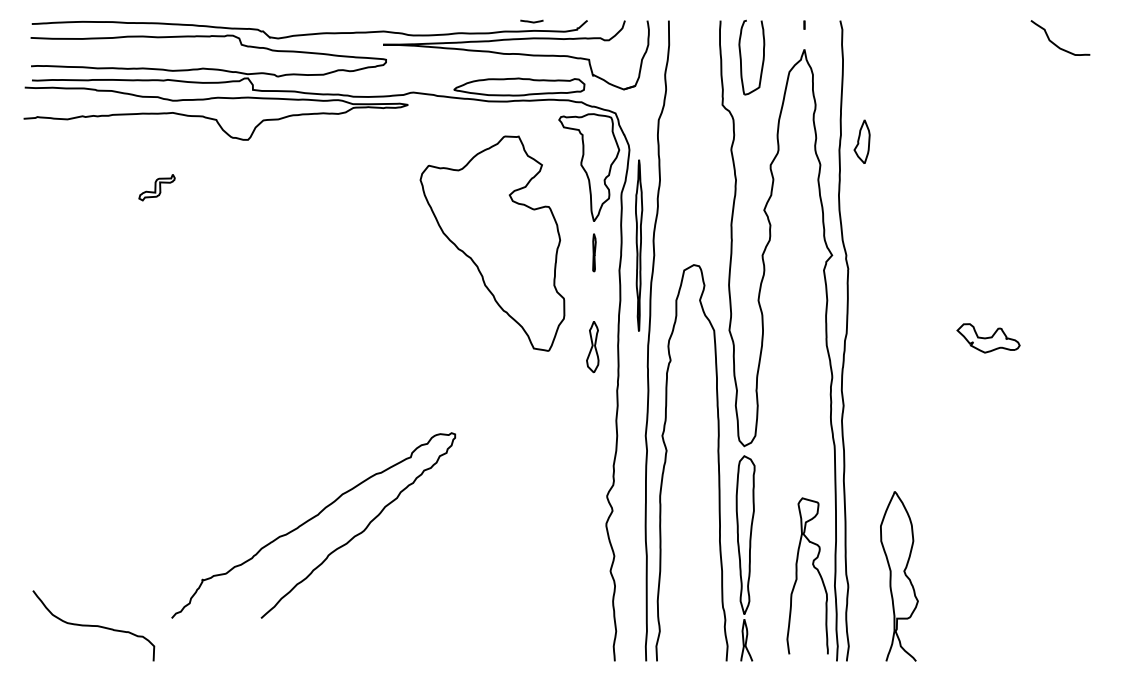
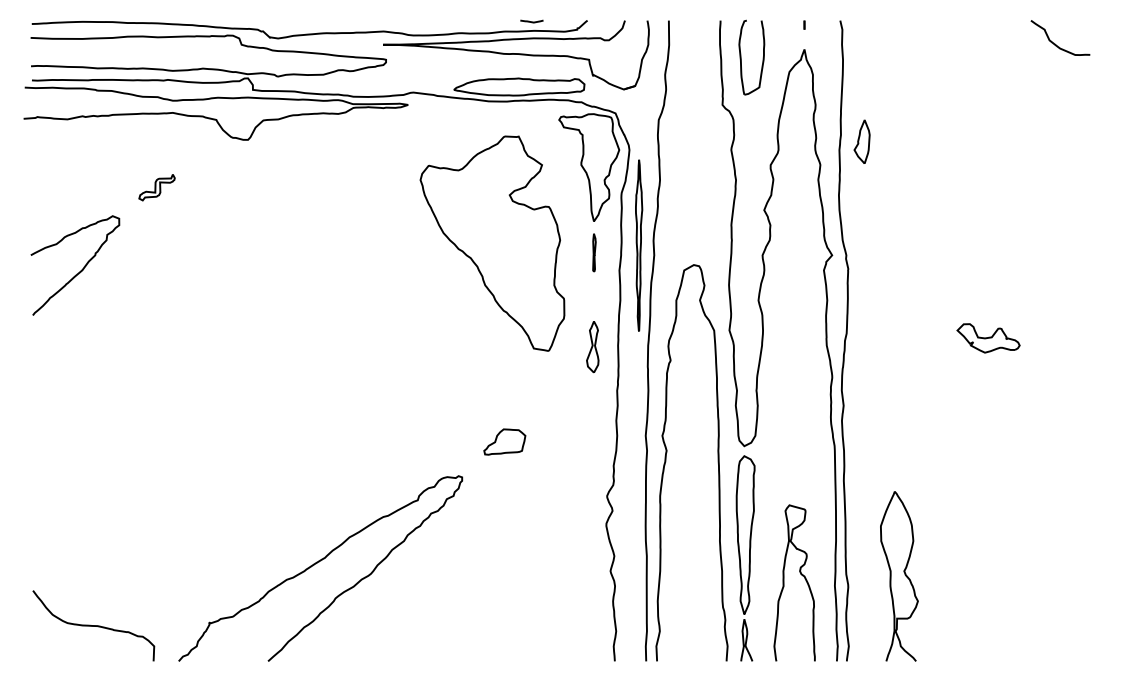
curve at (80, 270): none -> present
part at (504, 441): none -> present
curve at (309, 521) position: (309, 521) -> (316, 564)
curve at (814, 568) position: (814, 568) -> (801, 575)
